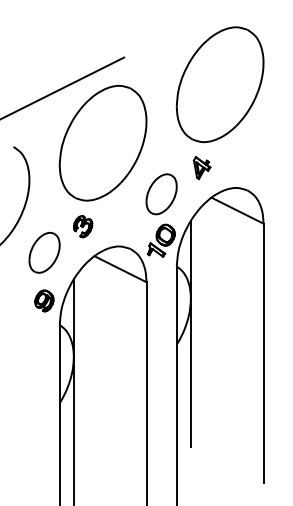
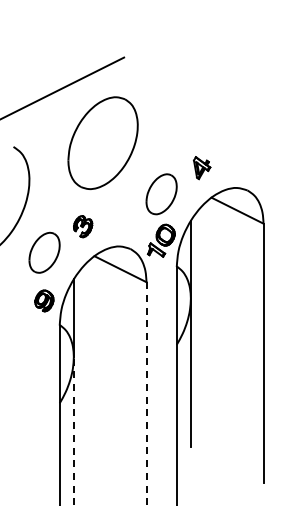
part at (219, 84): present -> none
part at (102, 142) size: 90x118 px -> 72x94 px
line at (146, 394): solid -> dashed
line at (73, 430): solid -> dashed
